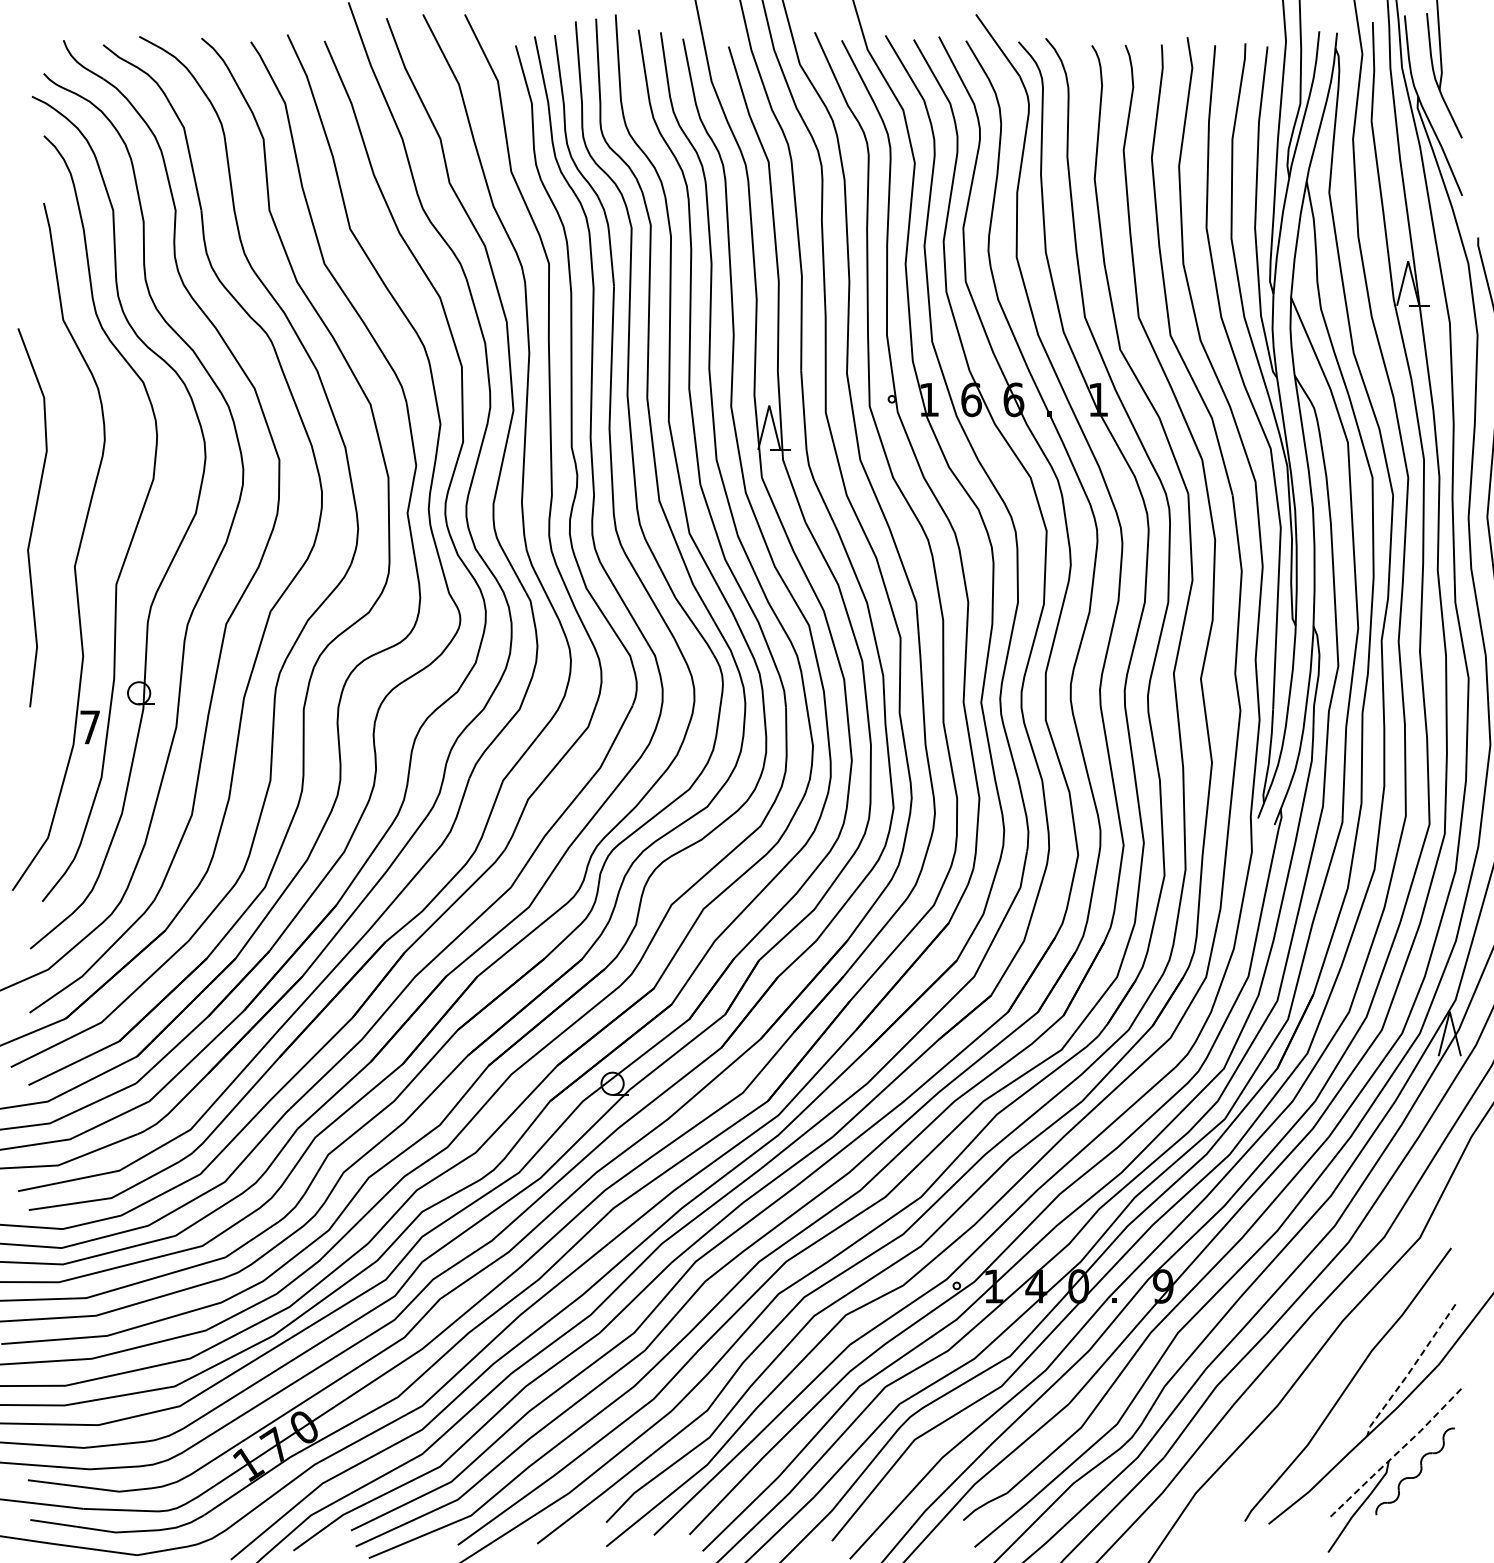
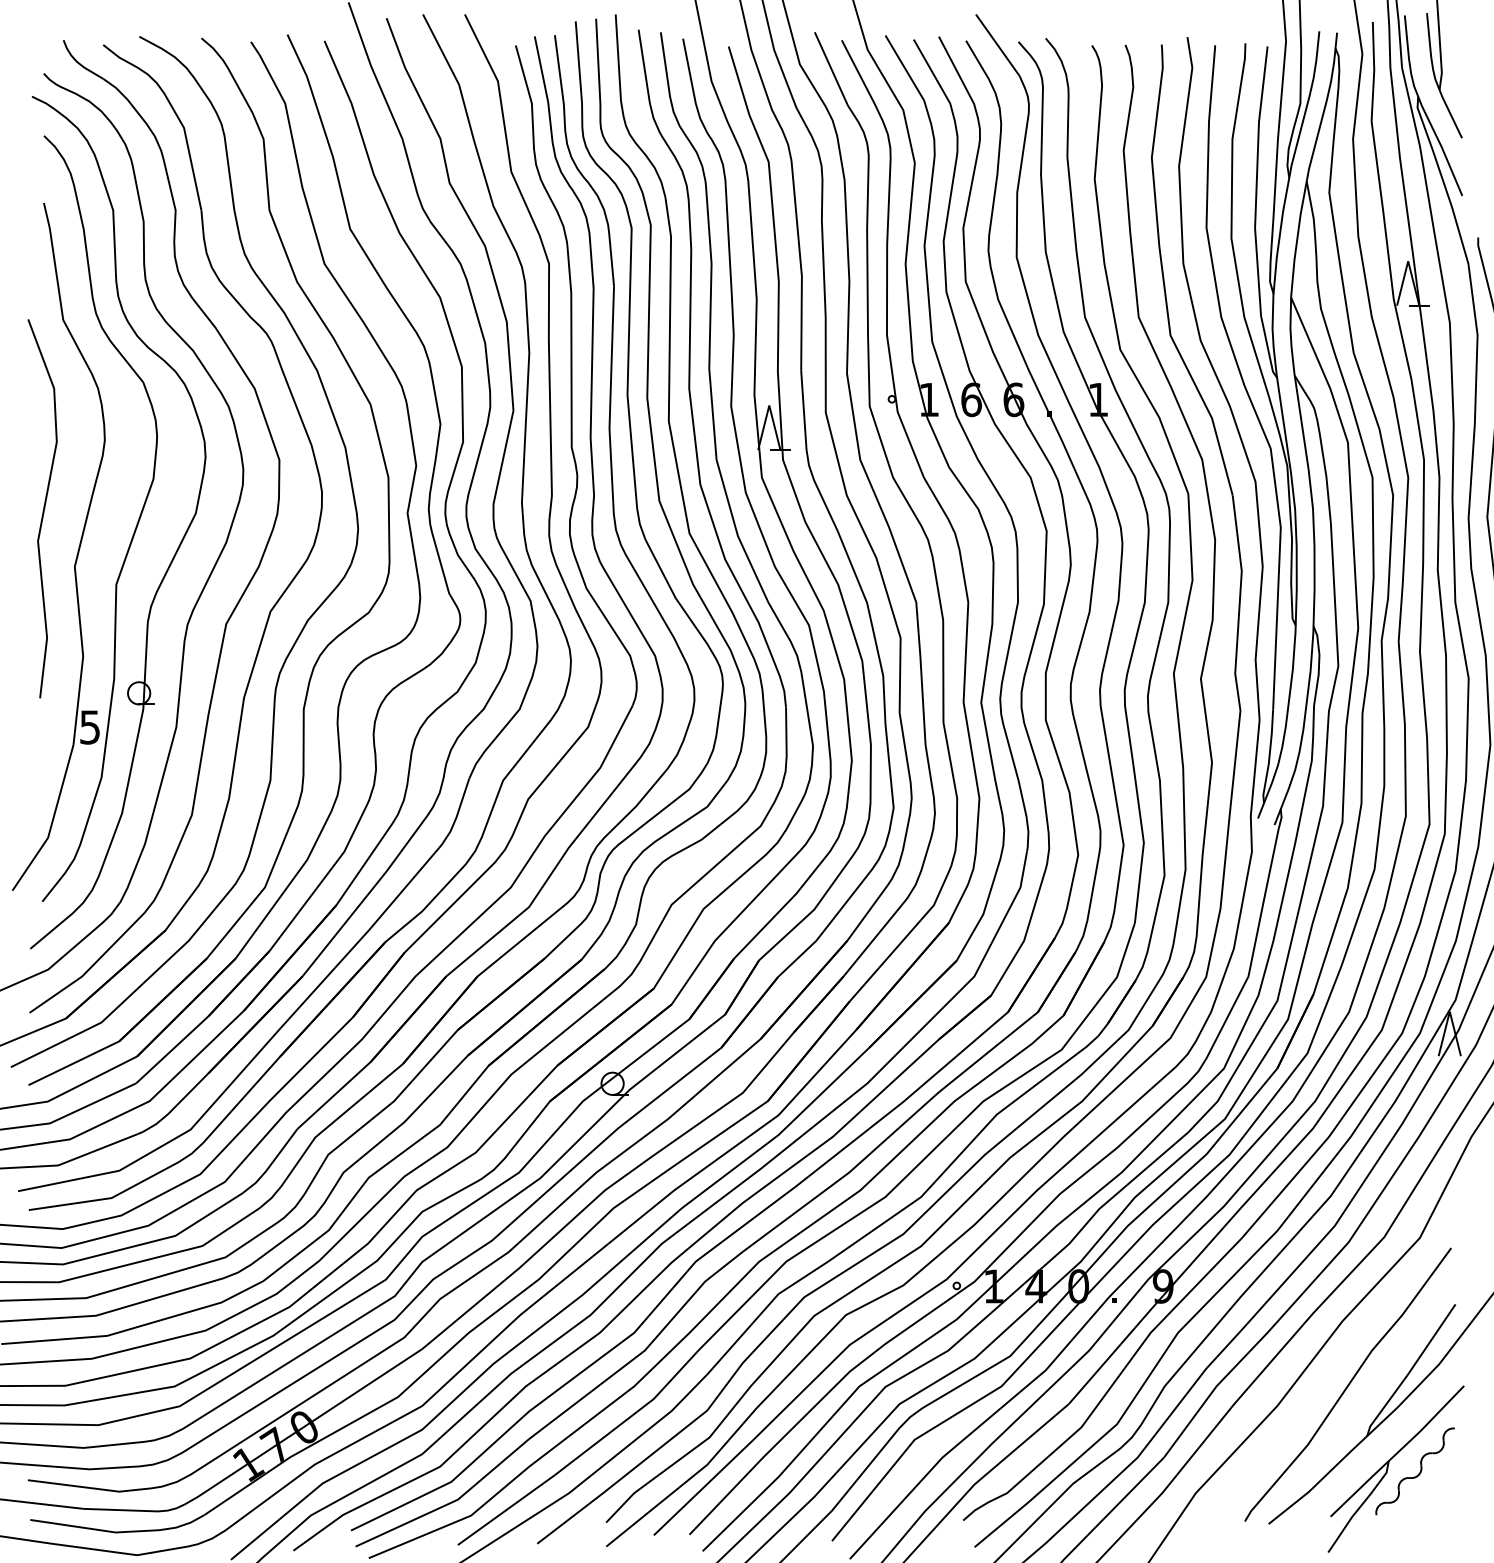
curve at (33, 517) position: (33, 517) -> (43, 508)
text at (89, 727): 7 -> 5
line at (1409, 1371): dashed -> solid
line at (1398, 1452): dashed -> solid
